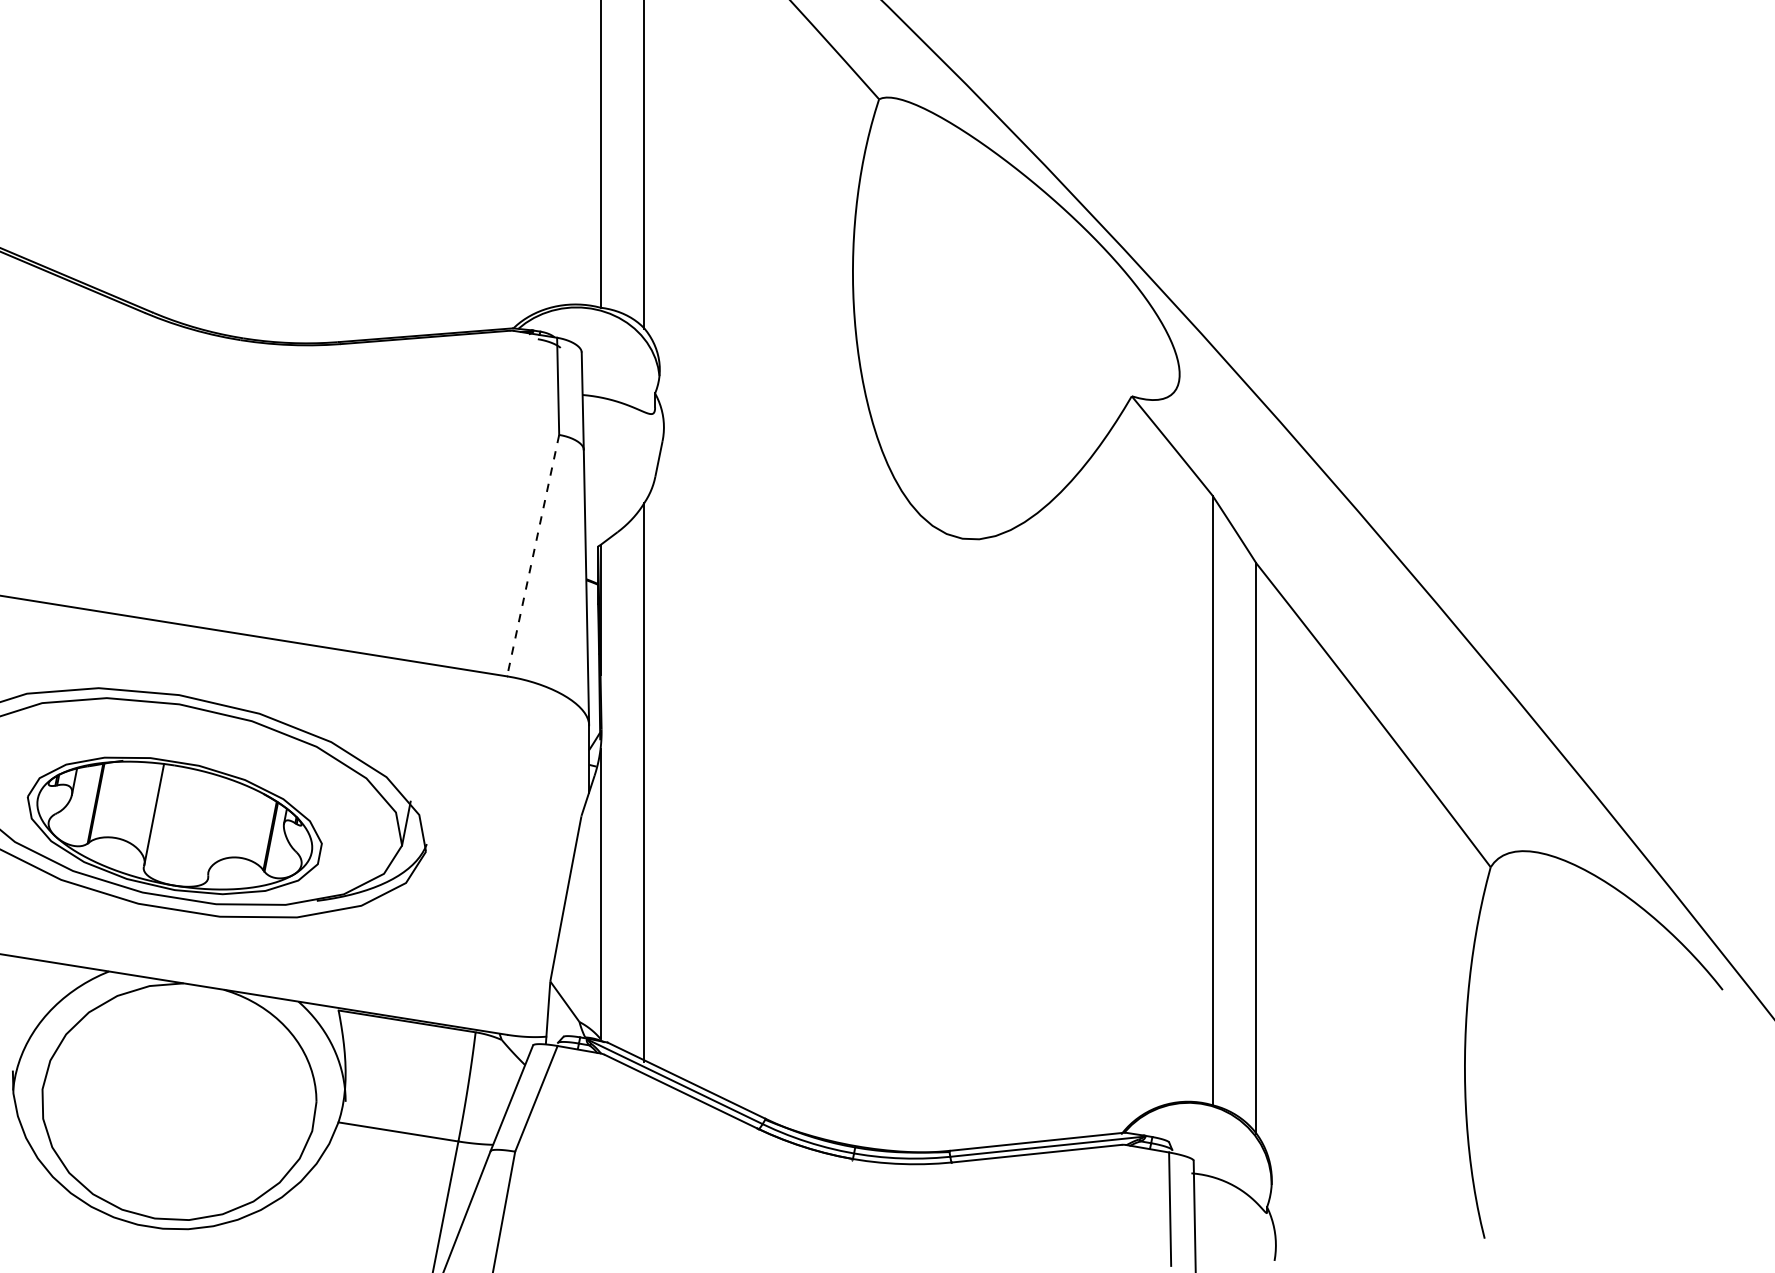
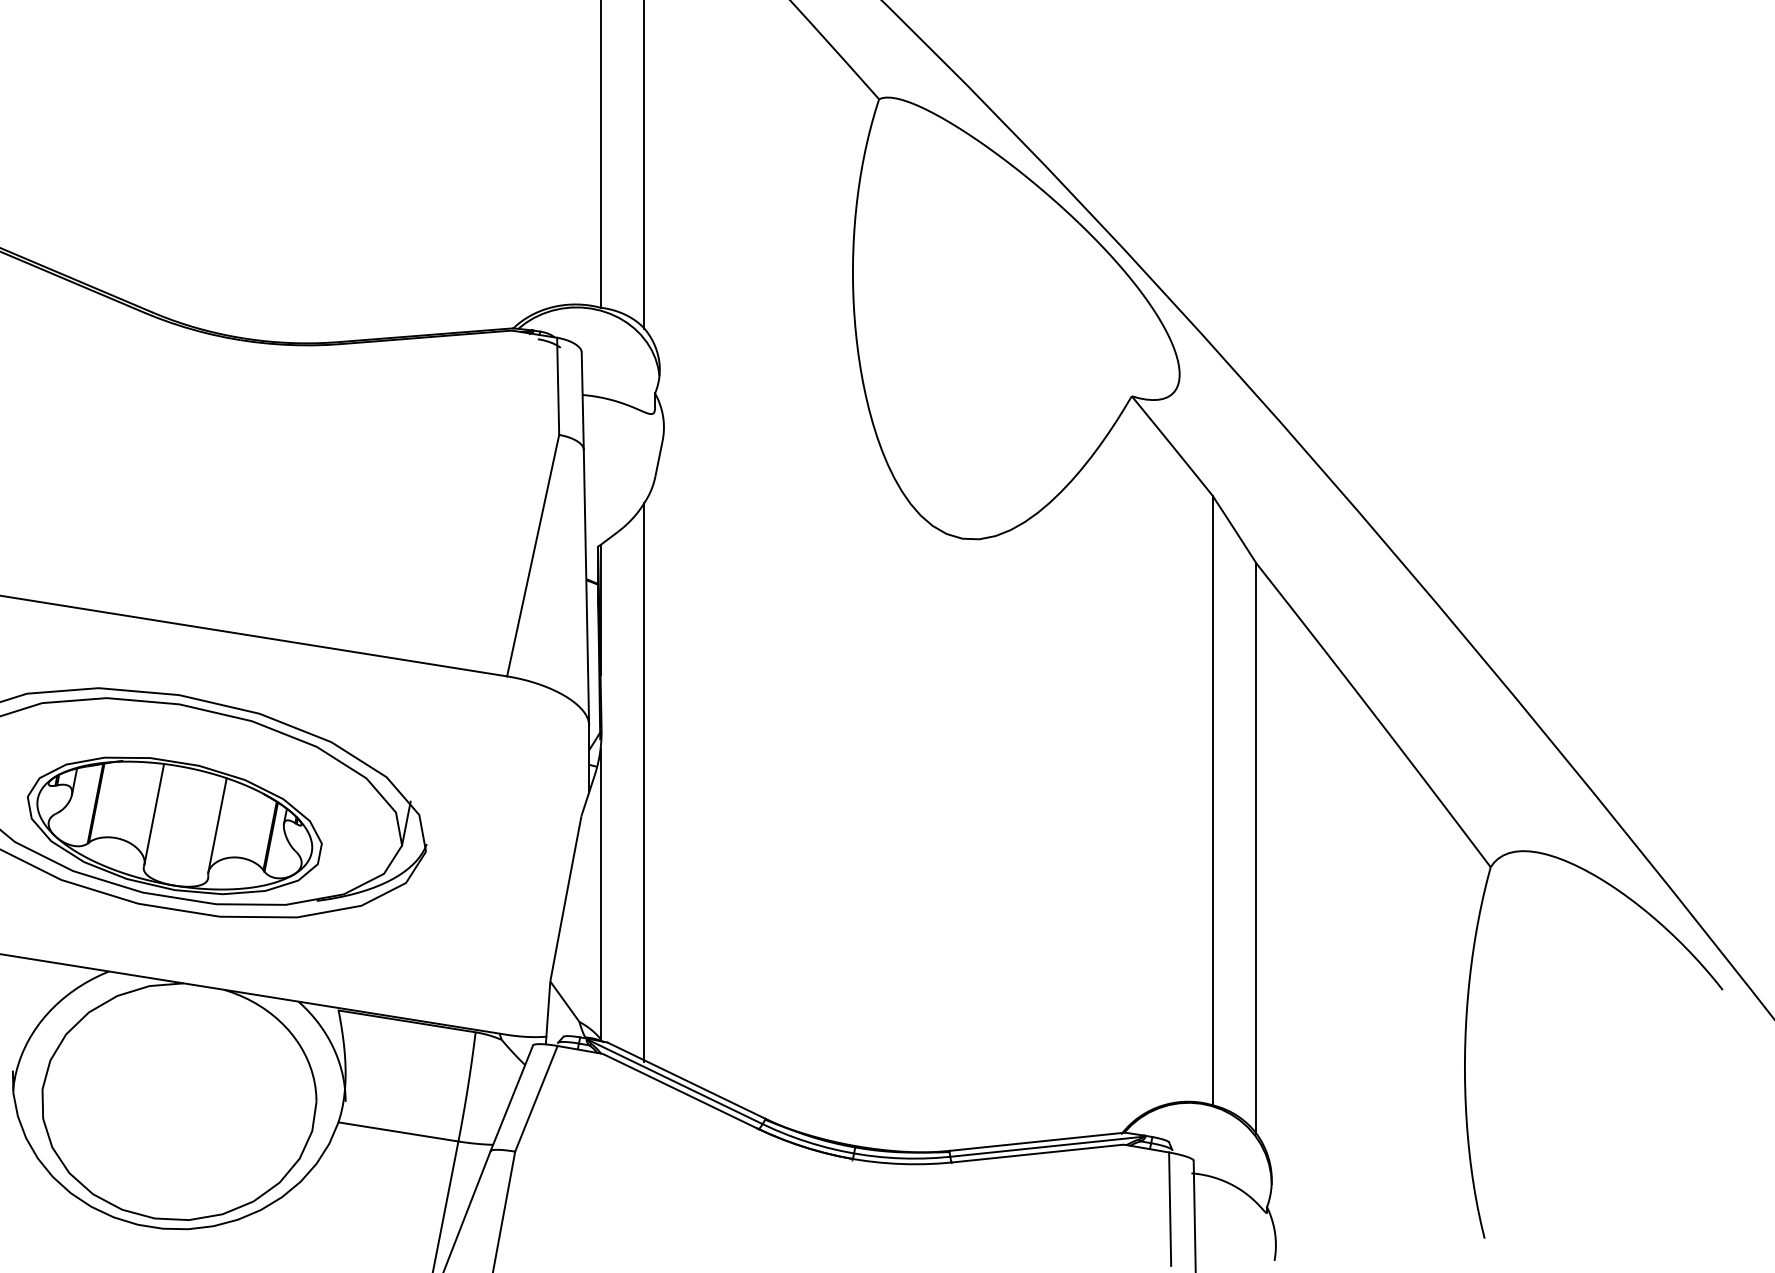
line at (533, 556): dashed -> solid
line at (217, 825): none -> present
